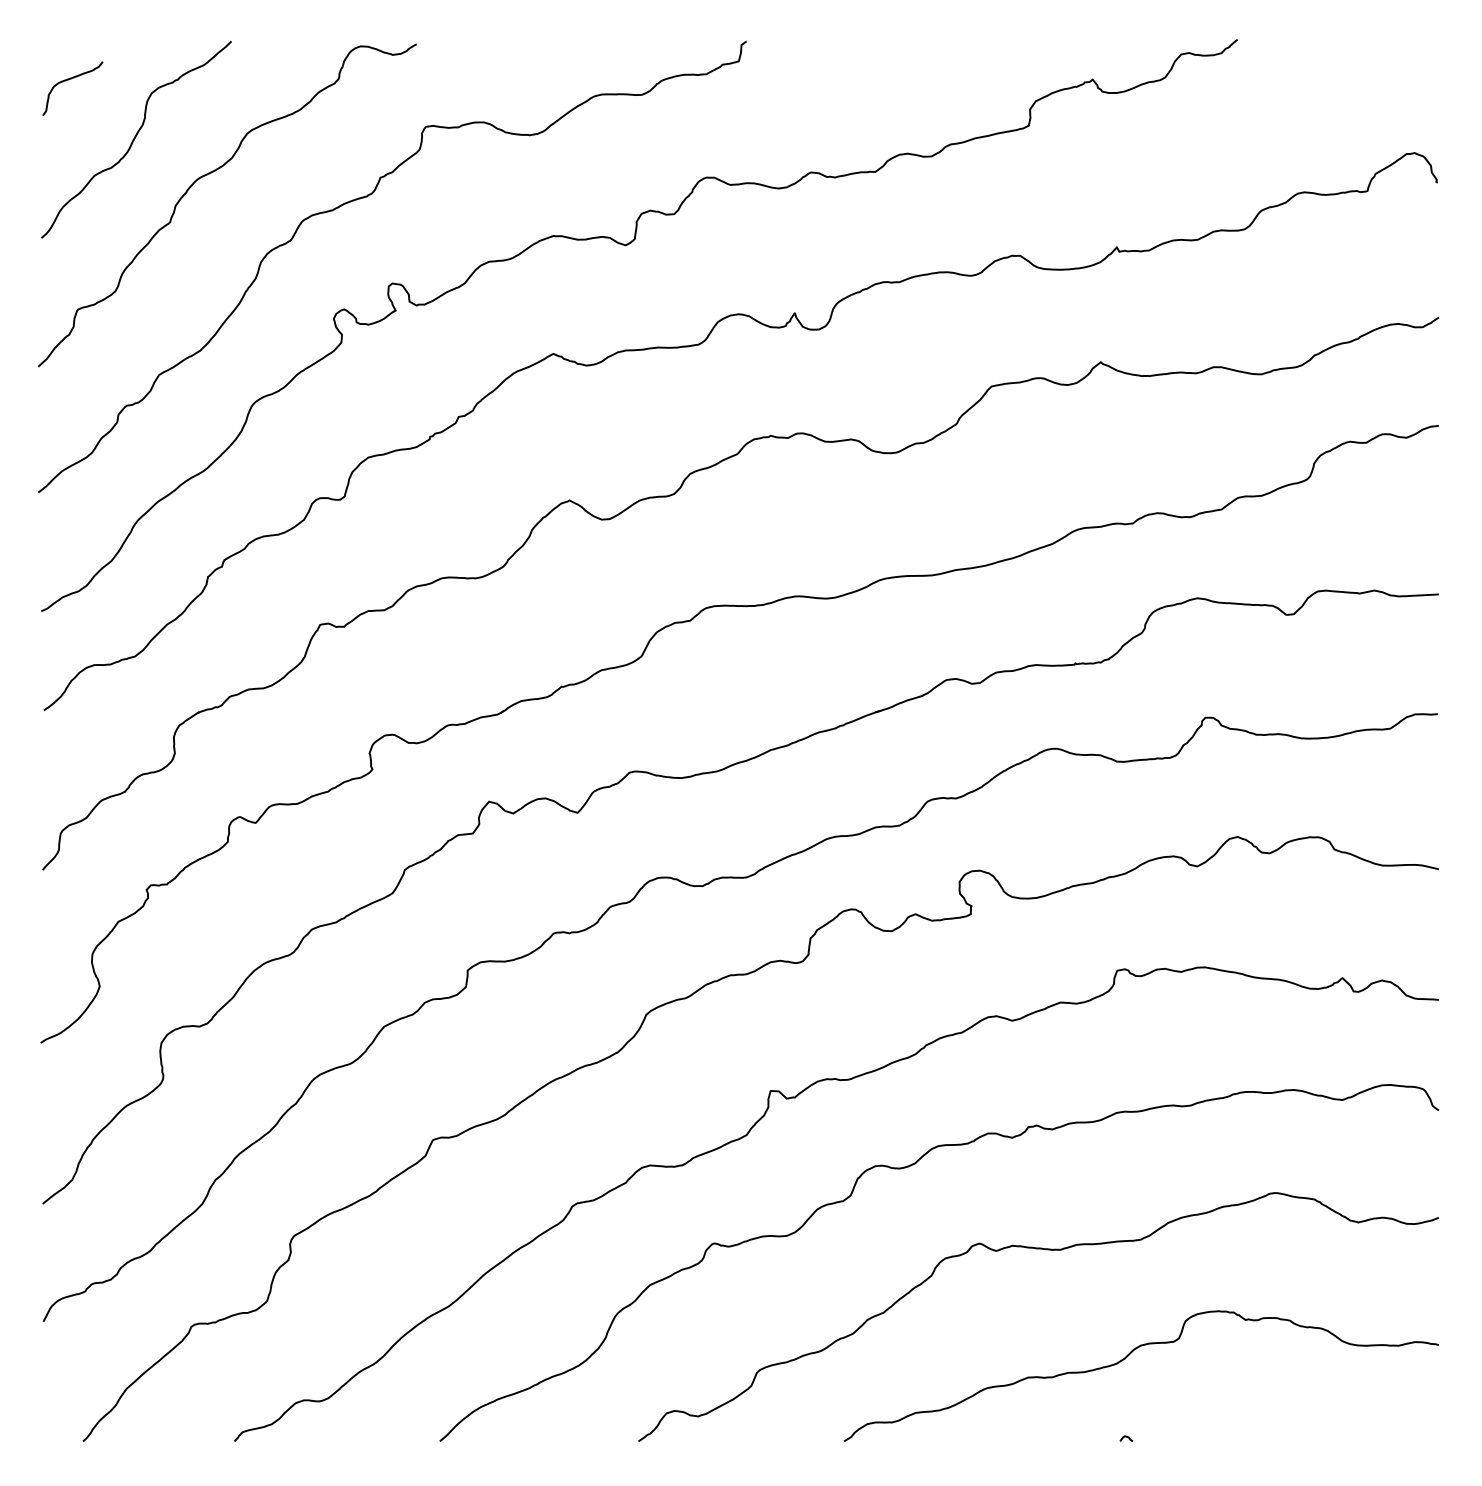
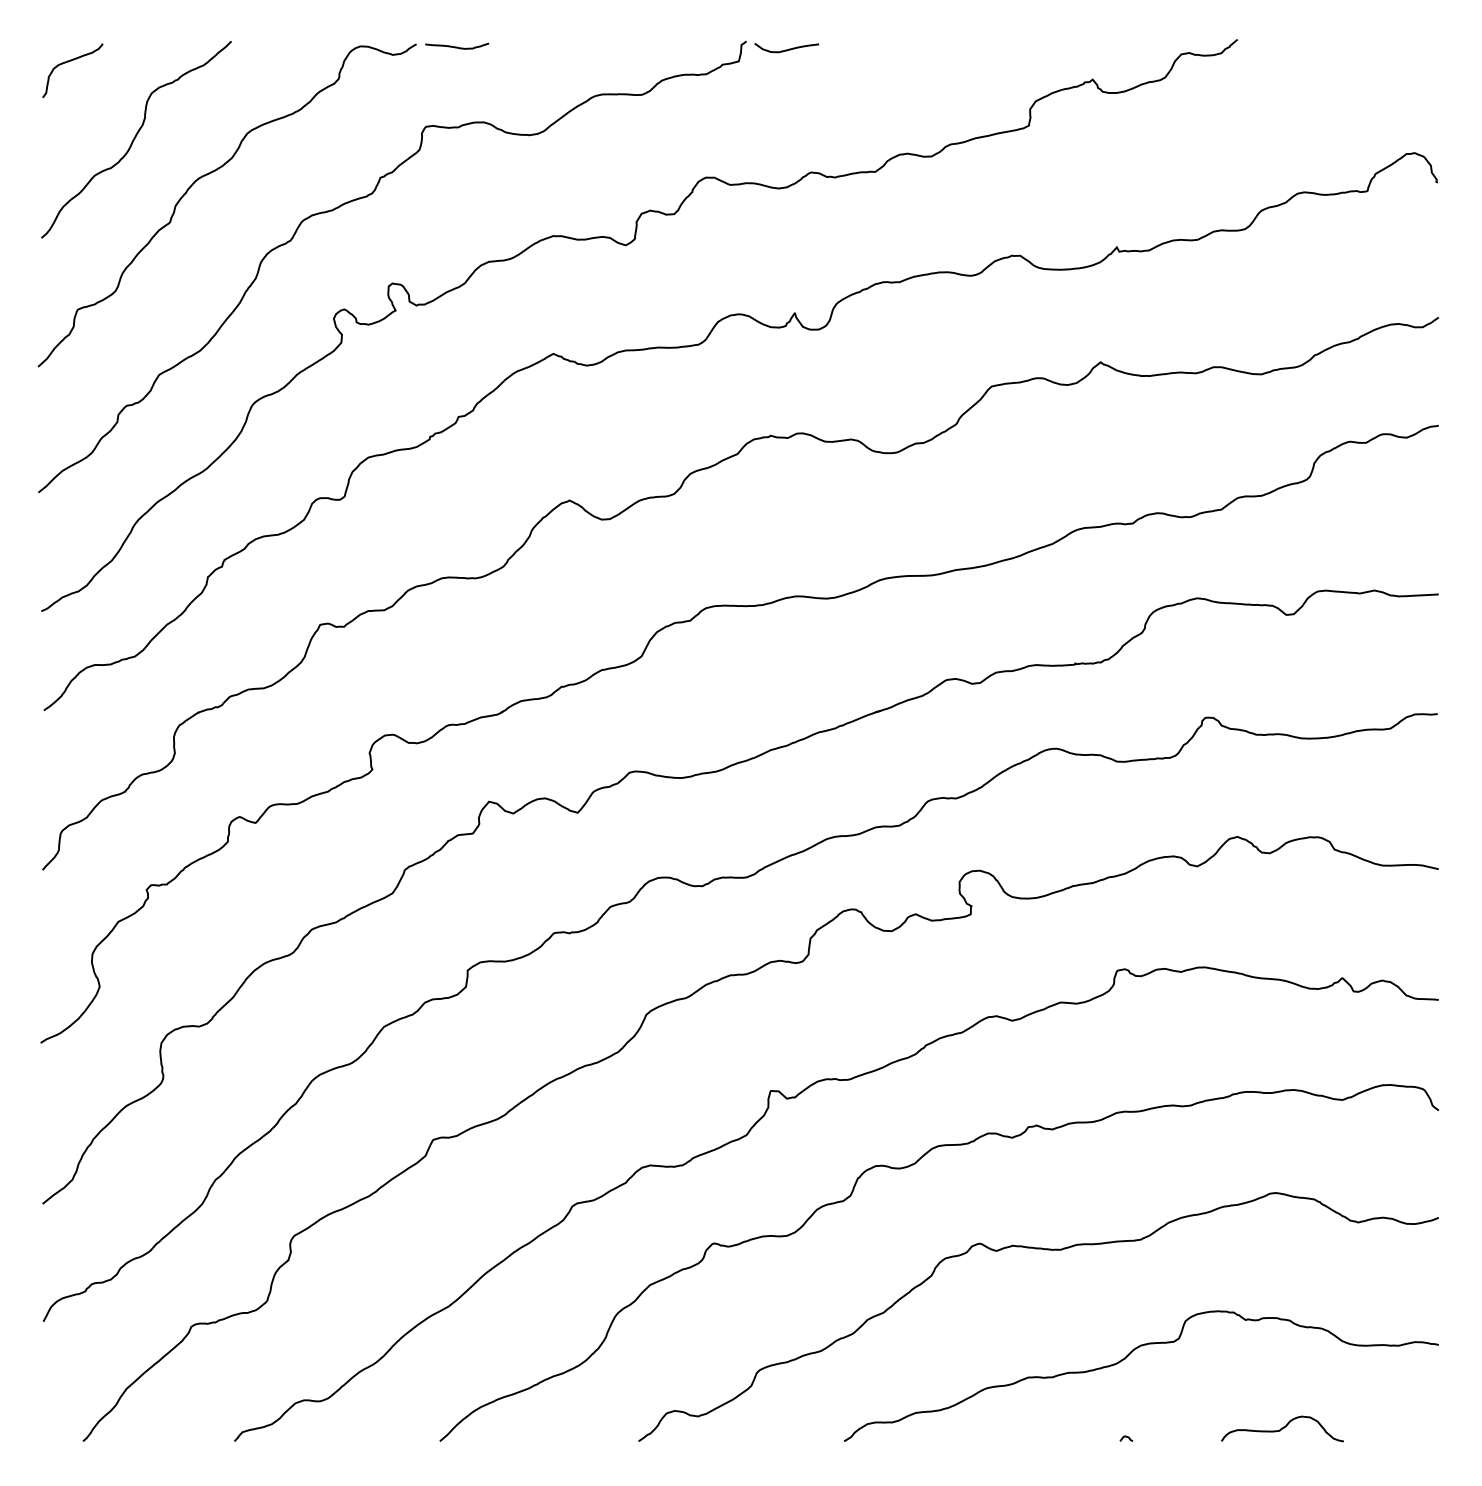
curve at (457, 46): none -> present
curve at (786, 49): none -> present
curve at (68, 80) position: (68, 80) -> (68, 62)
curve at (1282, 1428): none -> present
